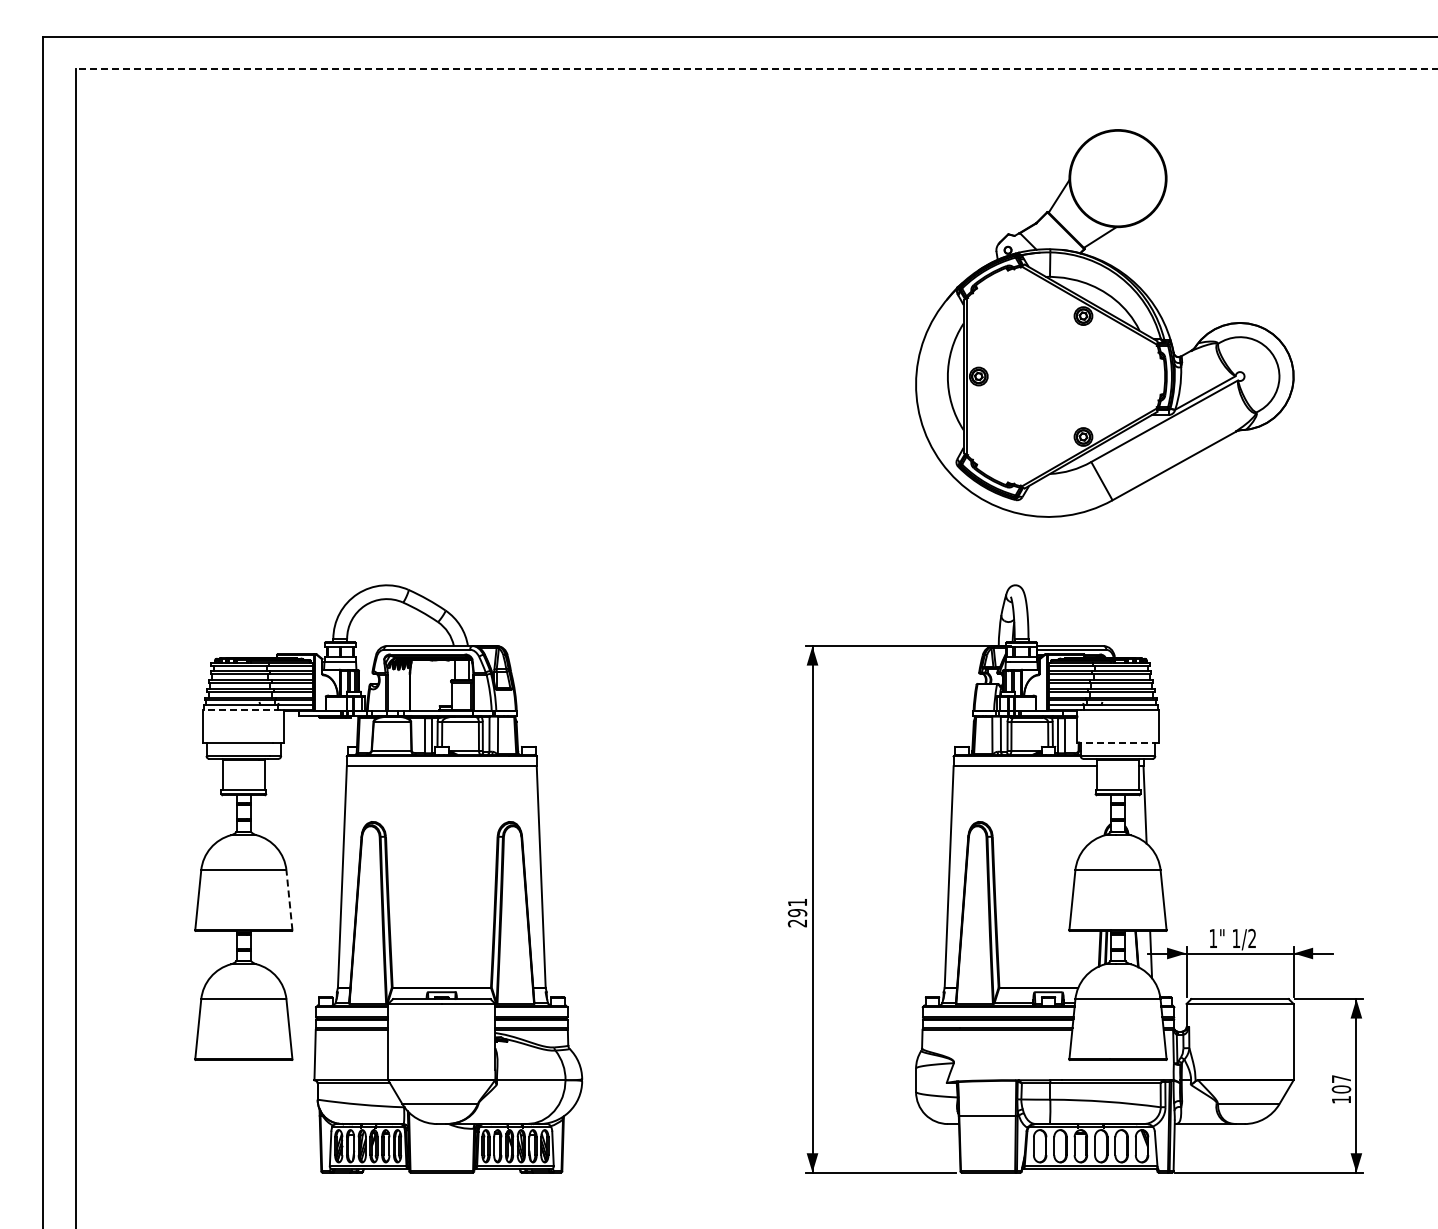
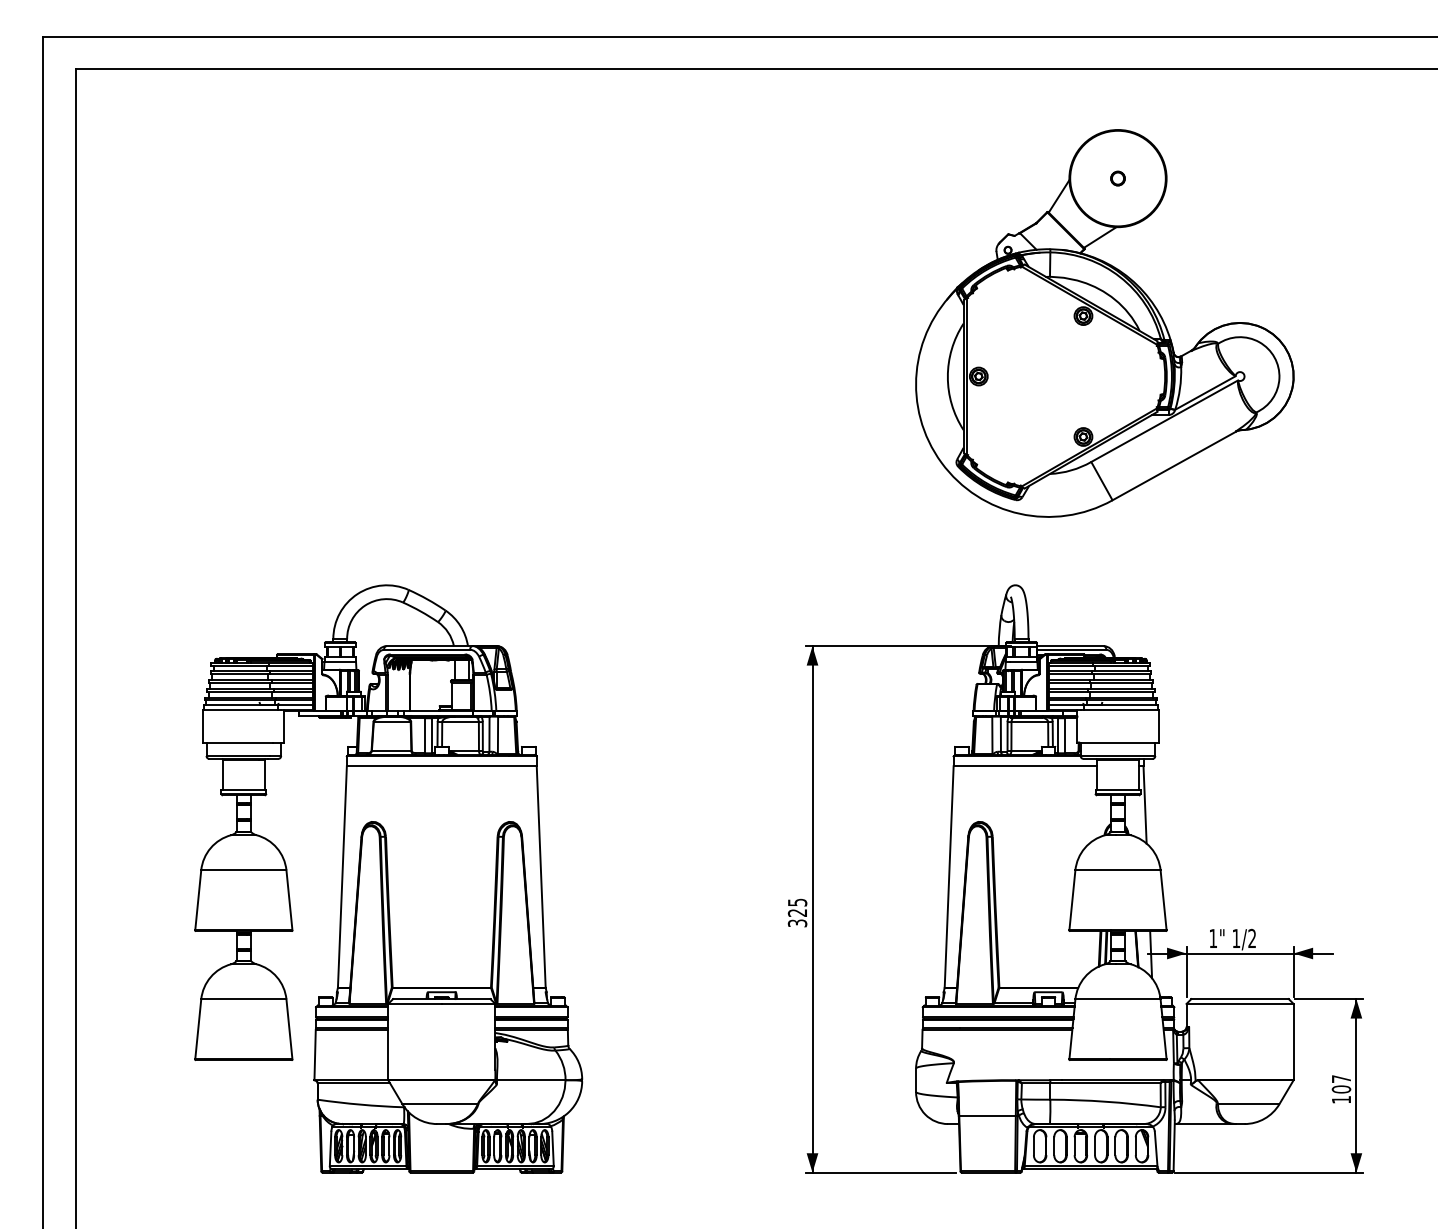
line at (756, 69): dashed -> solid
part at (1117, 178): none -> present
line at (242, 710): dashed -> solid
line at (1118, 742): dashed -> solid
line at (289, 899): dashed -> solid
text at (797, 912): 291 -> 325
